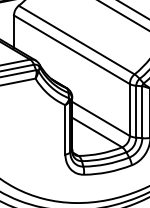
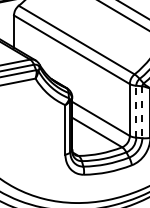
line at (136, 111): solid -> dashed
line at (142, 112): solid -> dashed
